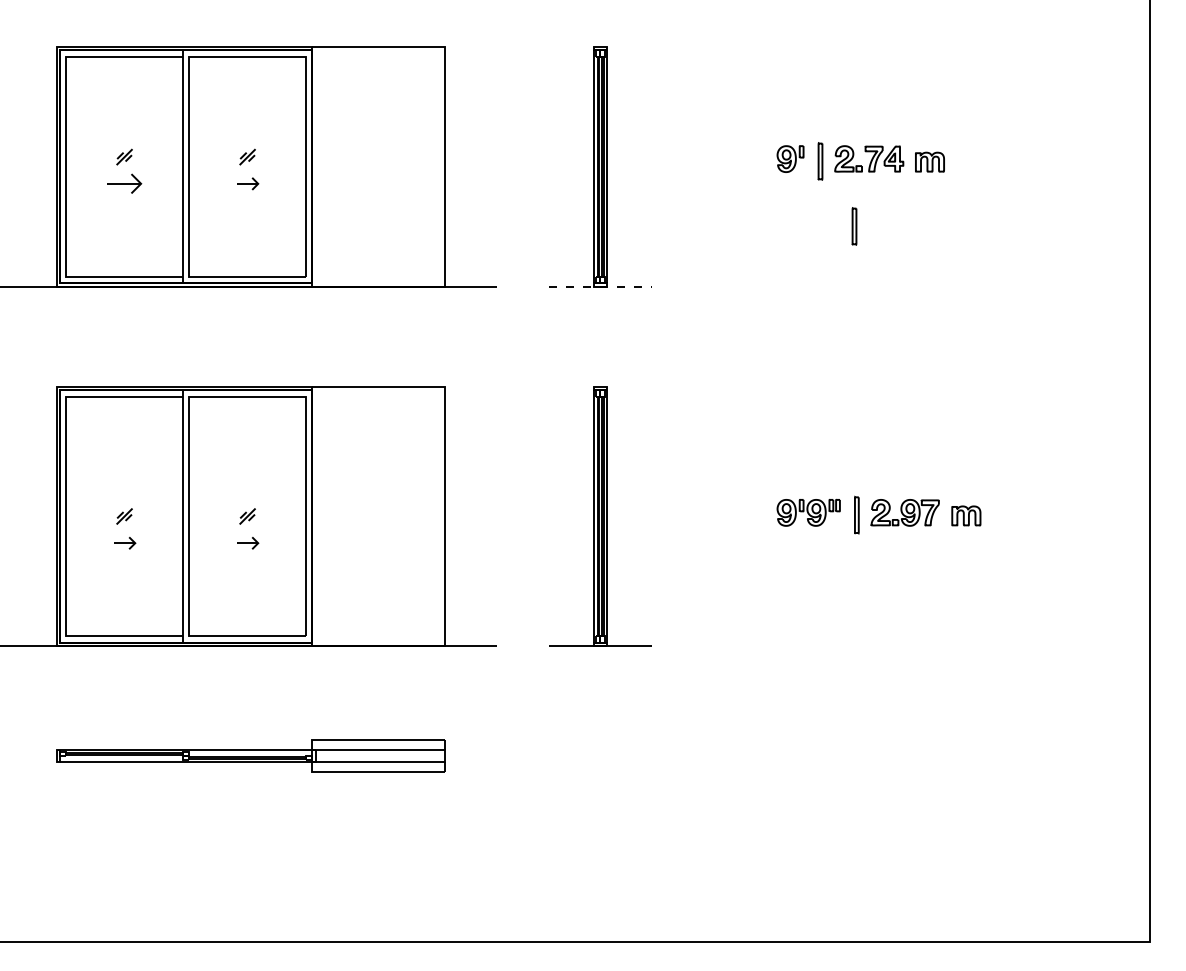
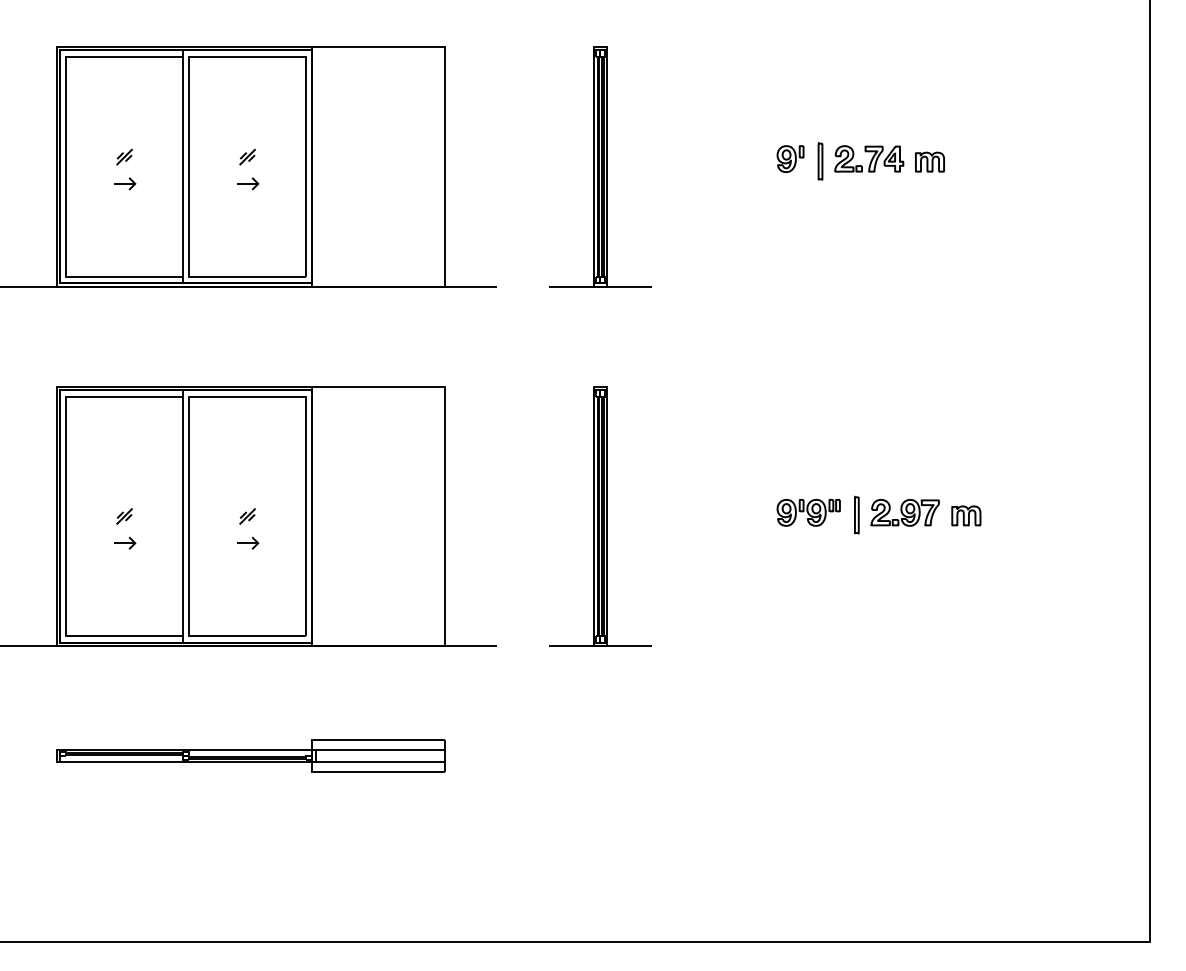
part at (124, 183) size: 36x21 px -> 23x14 px
part at (854, 226): present -> none
line at (600, 286): dashed -> solid
